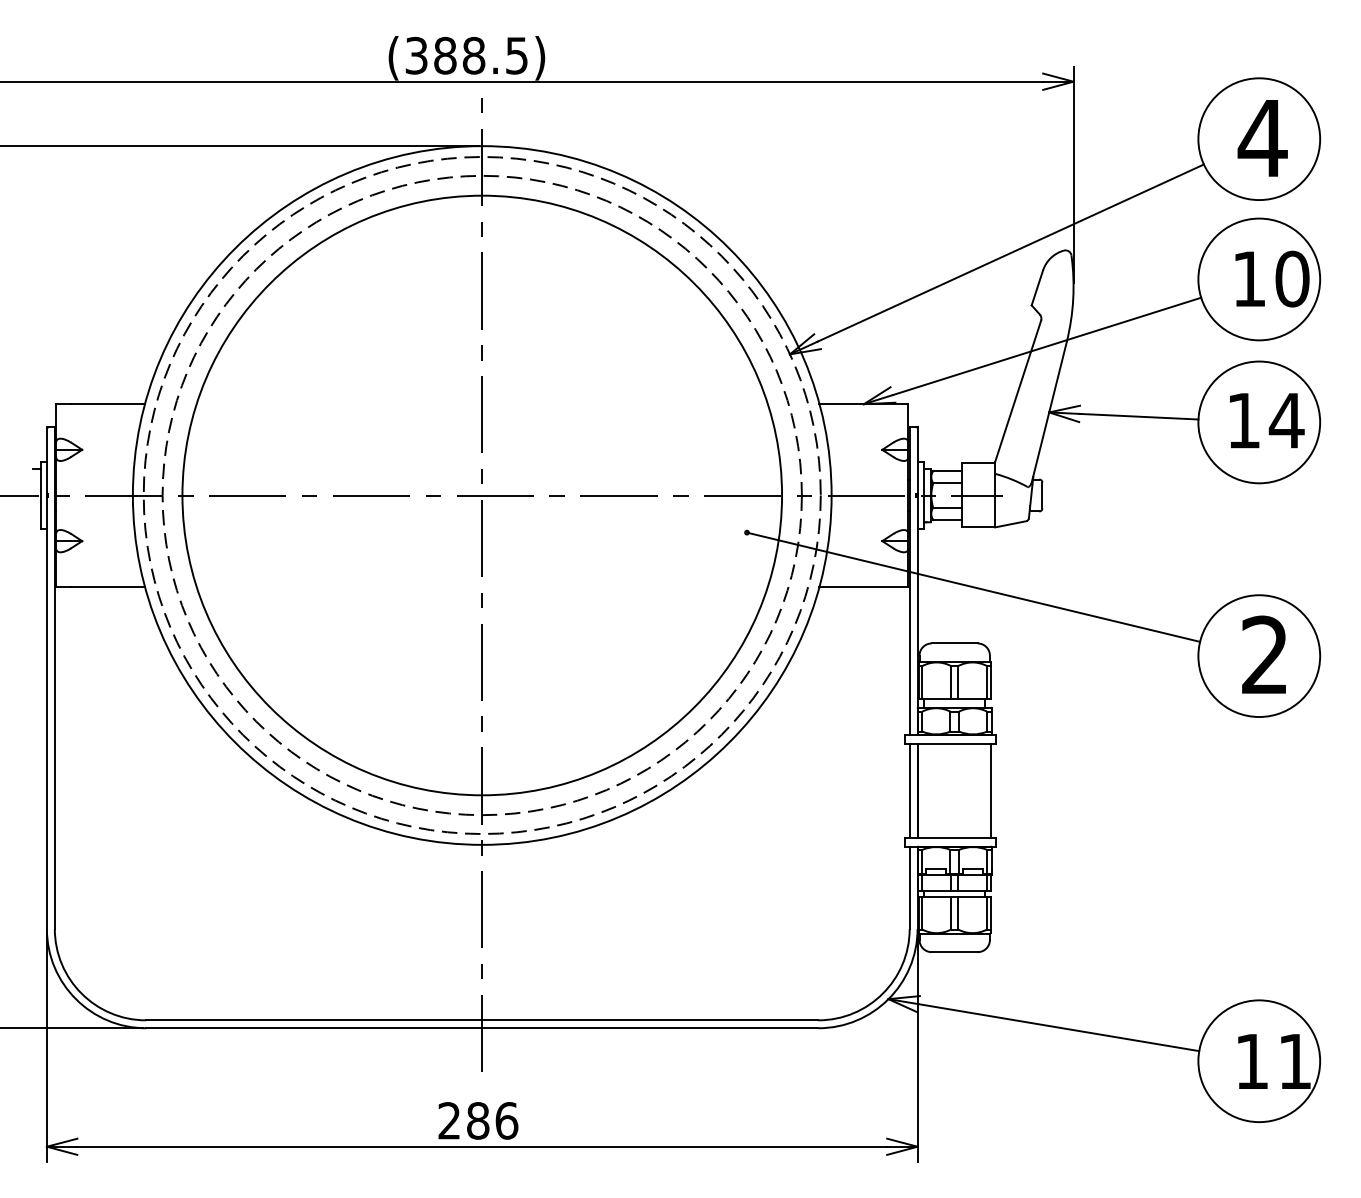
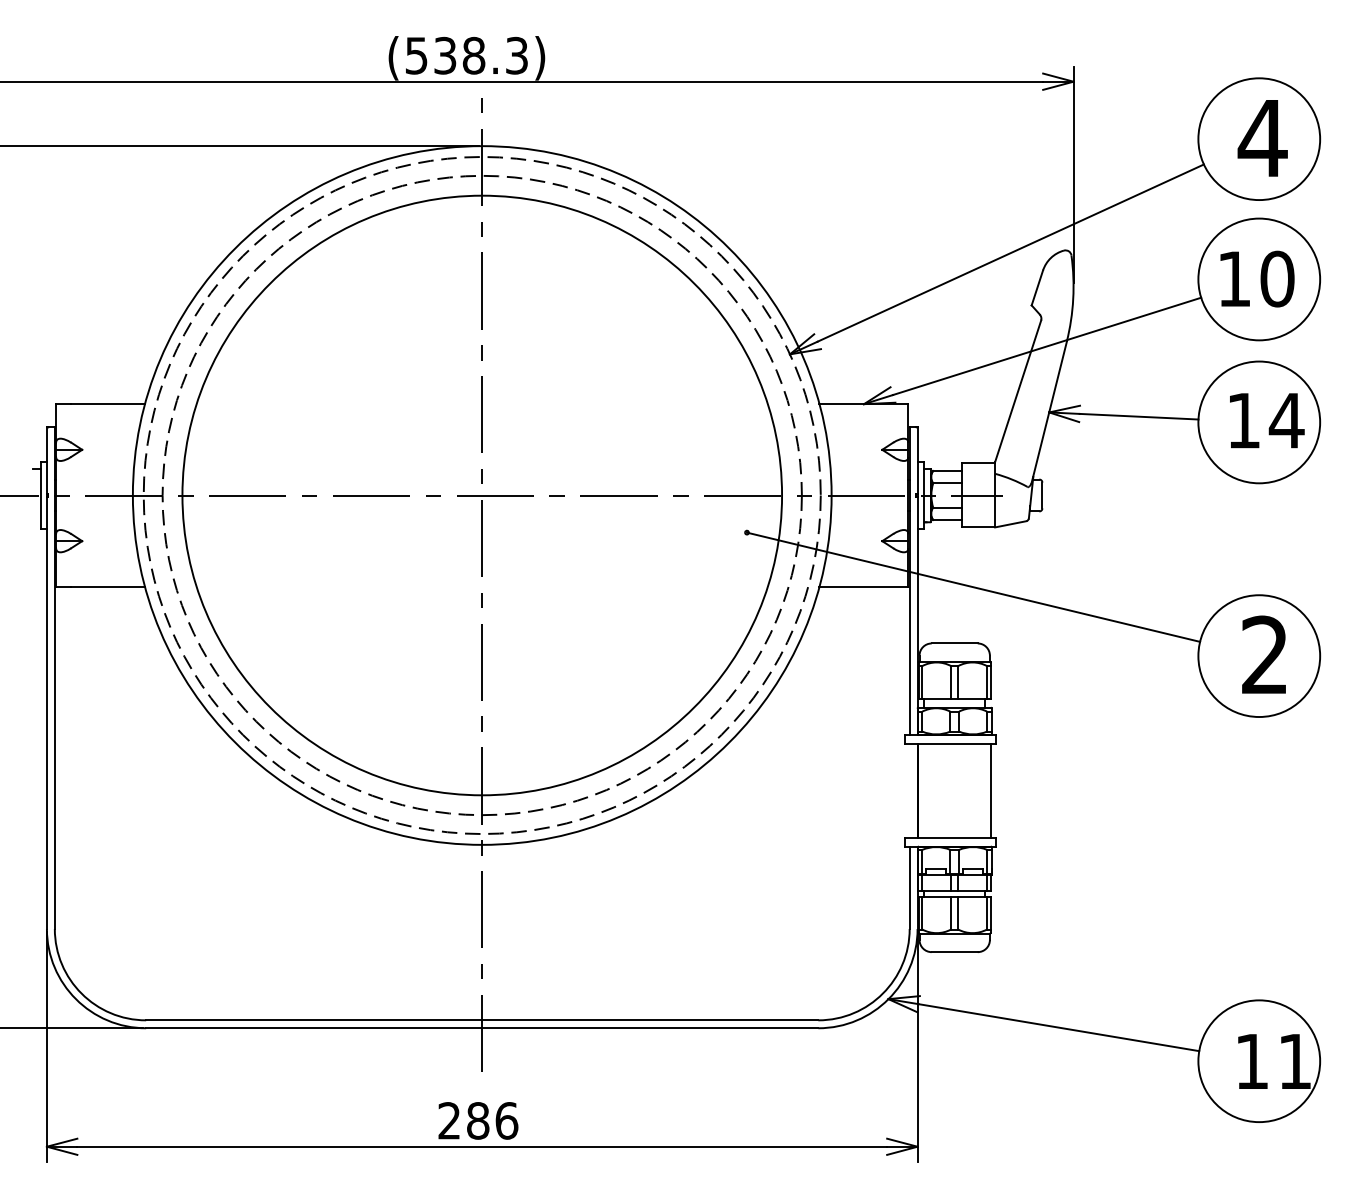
text at (466, 55): (388.5) -> (538.3)
text at (1272, 278) position: (1272, 278) -> (1257, 278)
line at (909, 790): present -> none
